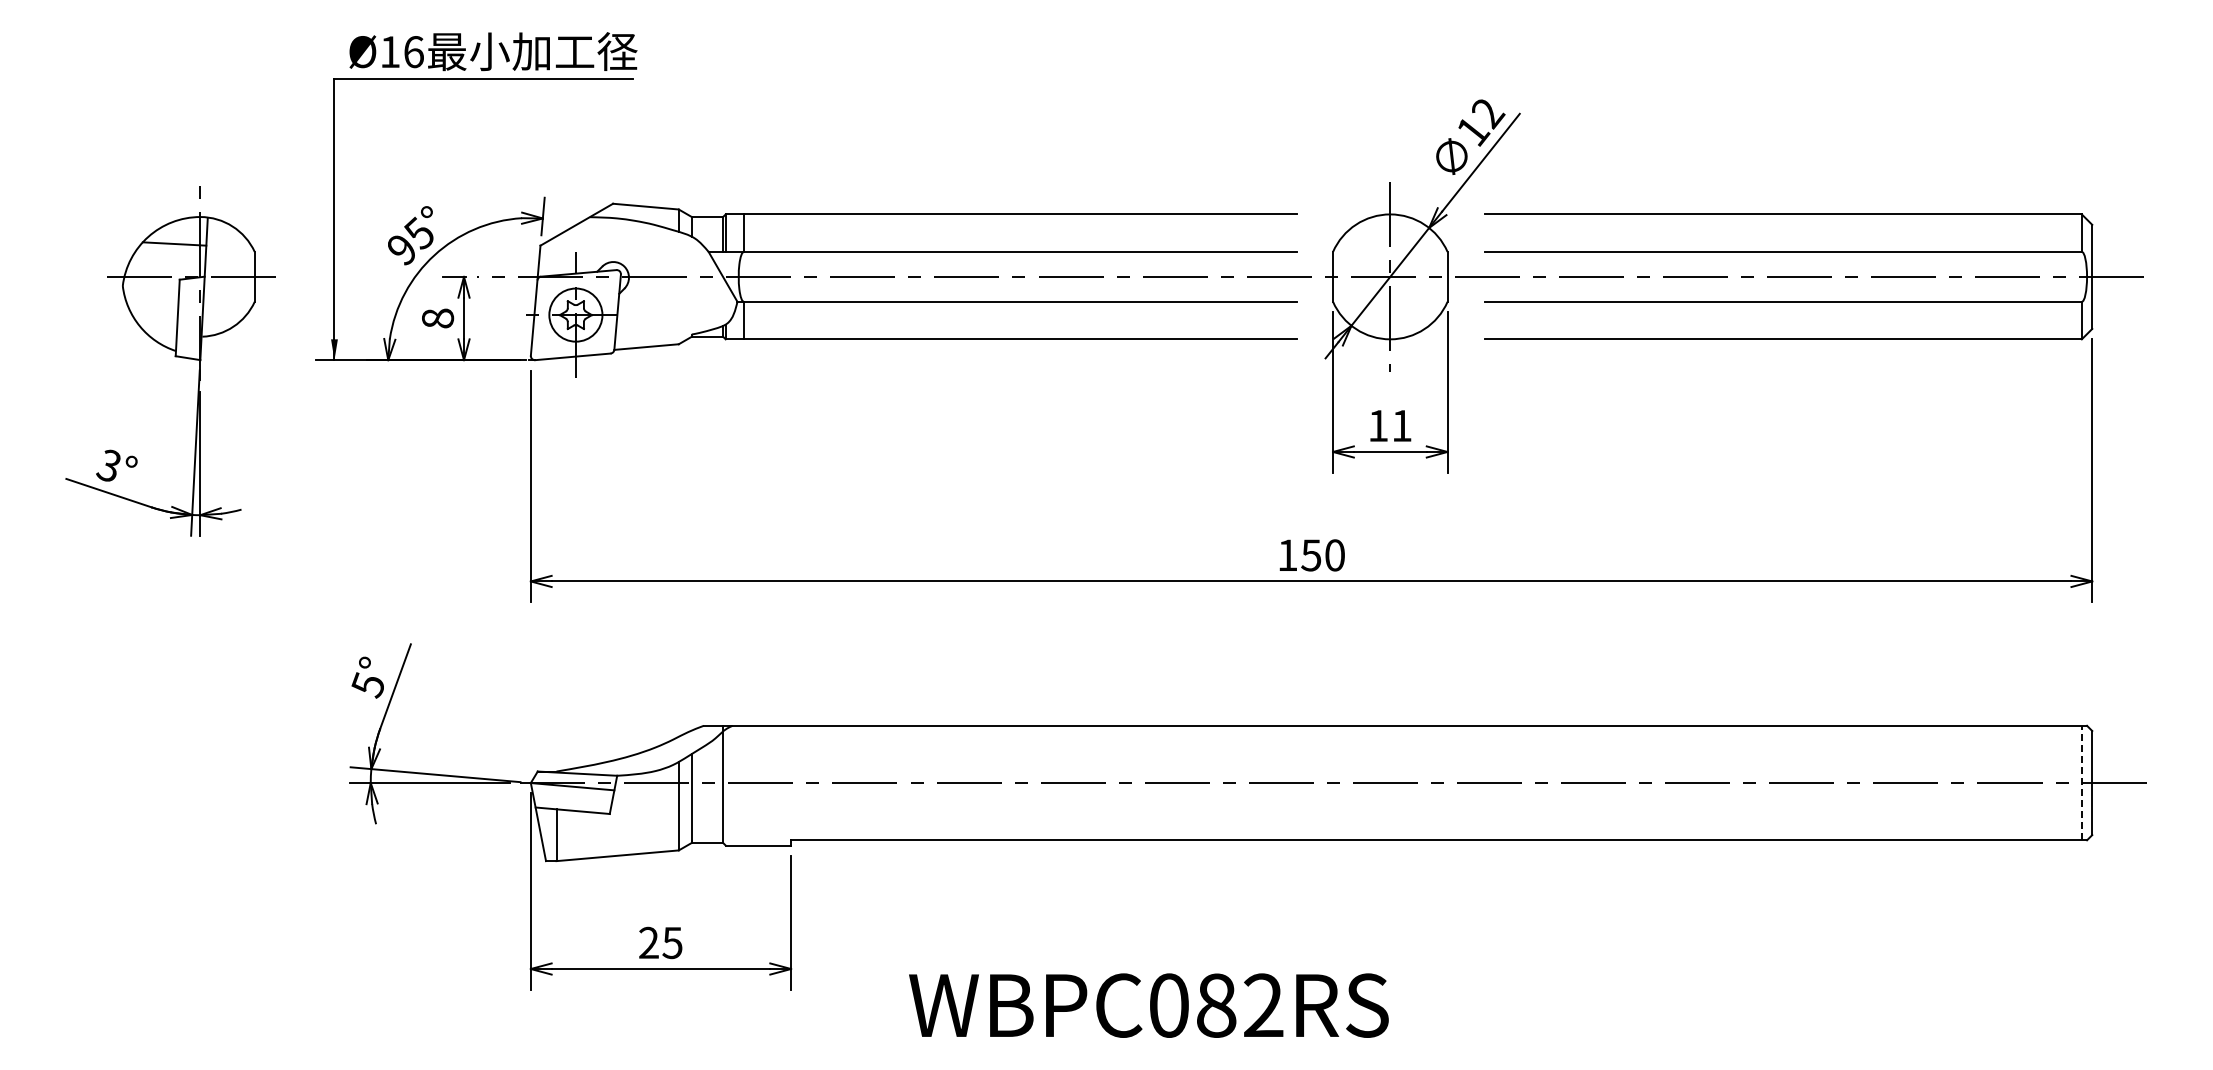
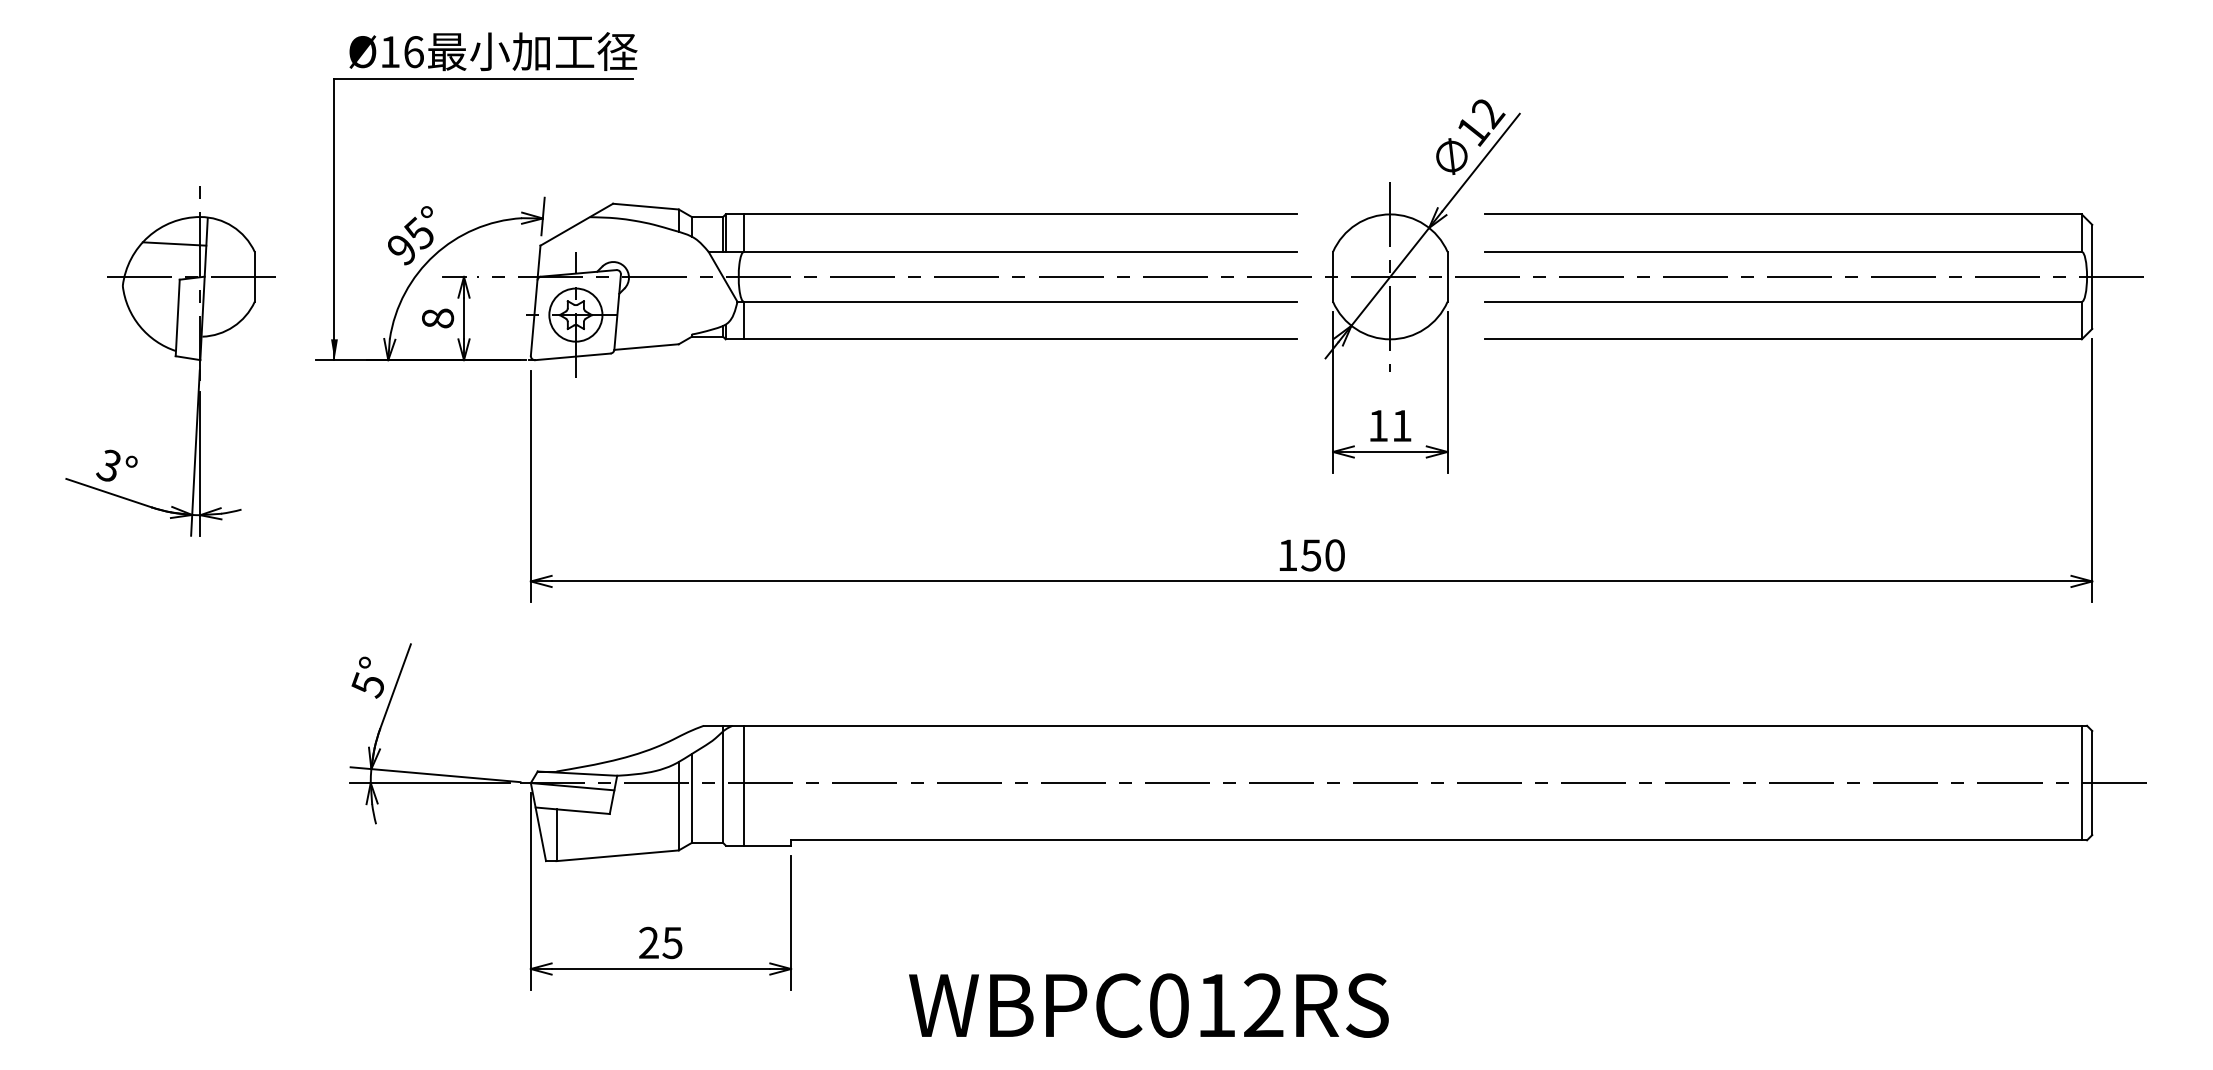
line at (2081, 782): dashed -> solid
line at (743, 785): none -> present
text at (1216, 1005): WBPC082RS -> WBPC012RS
